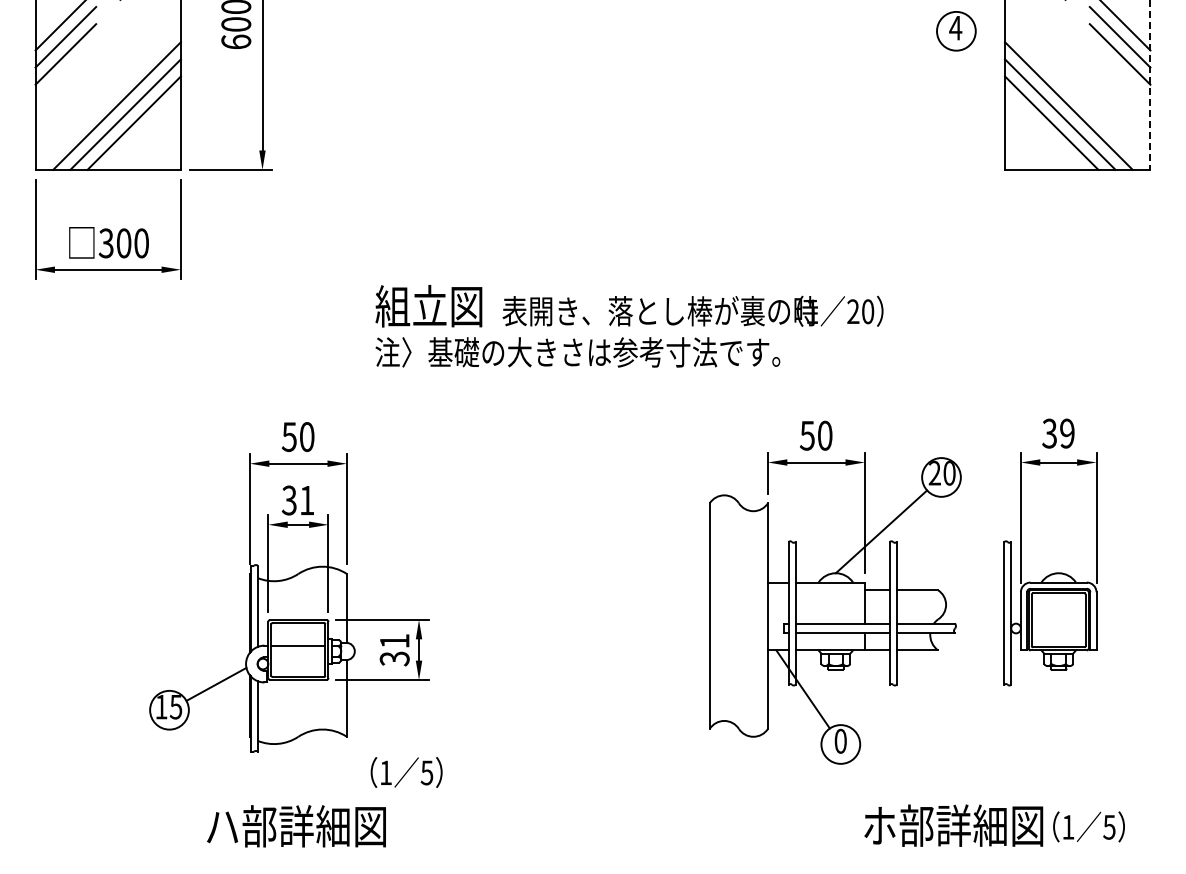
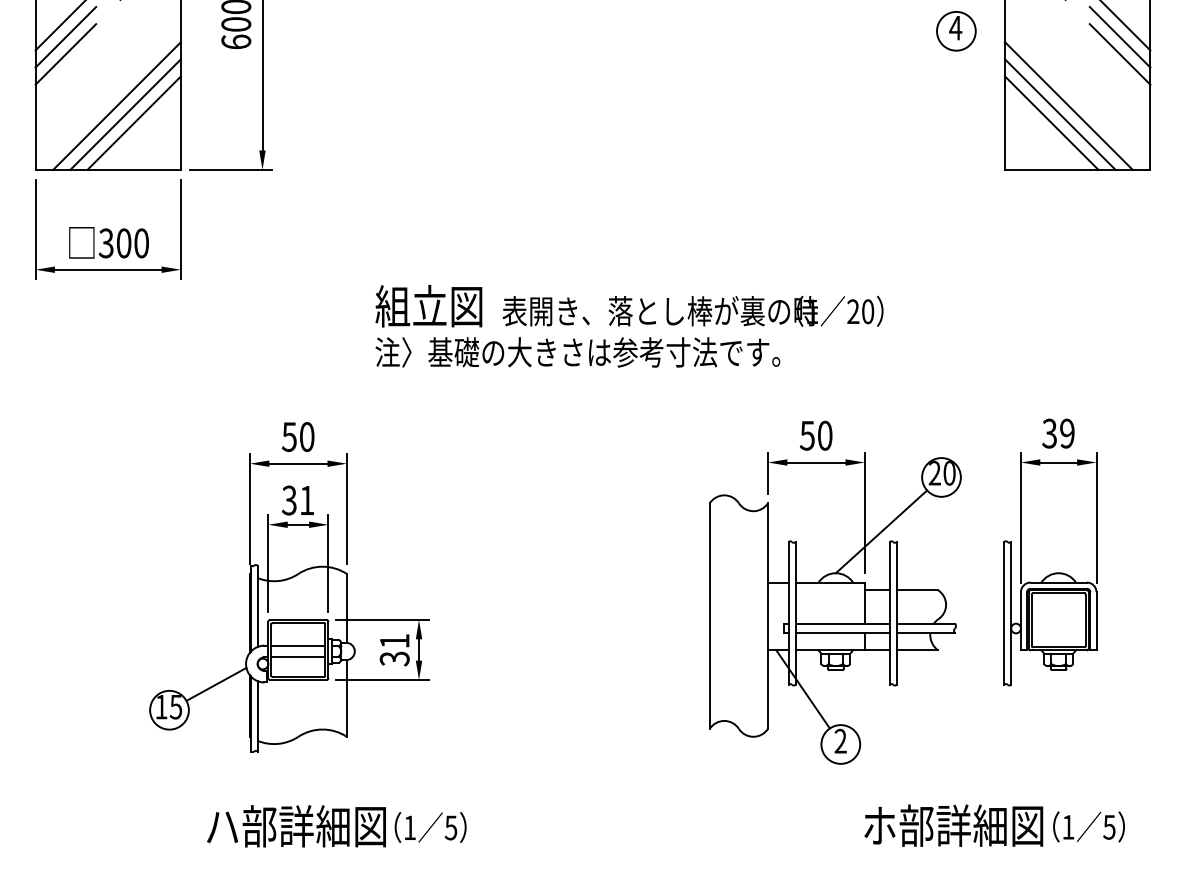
line at (1150, 84): dashed -> solid
line at (298, 657): none -> present
text at (840, 740): 0 -> 2
text at (406, 772) position: (406, 772) -> (430, 827)
